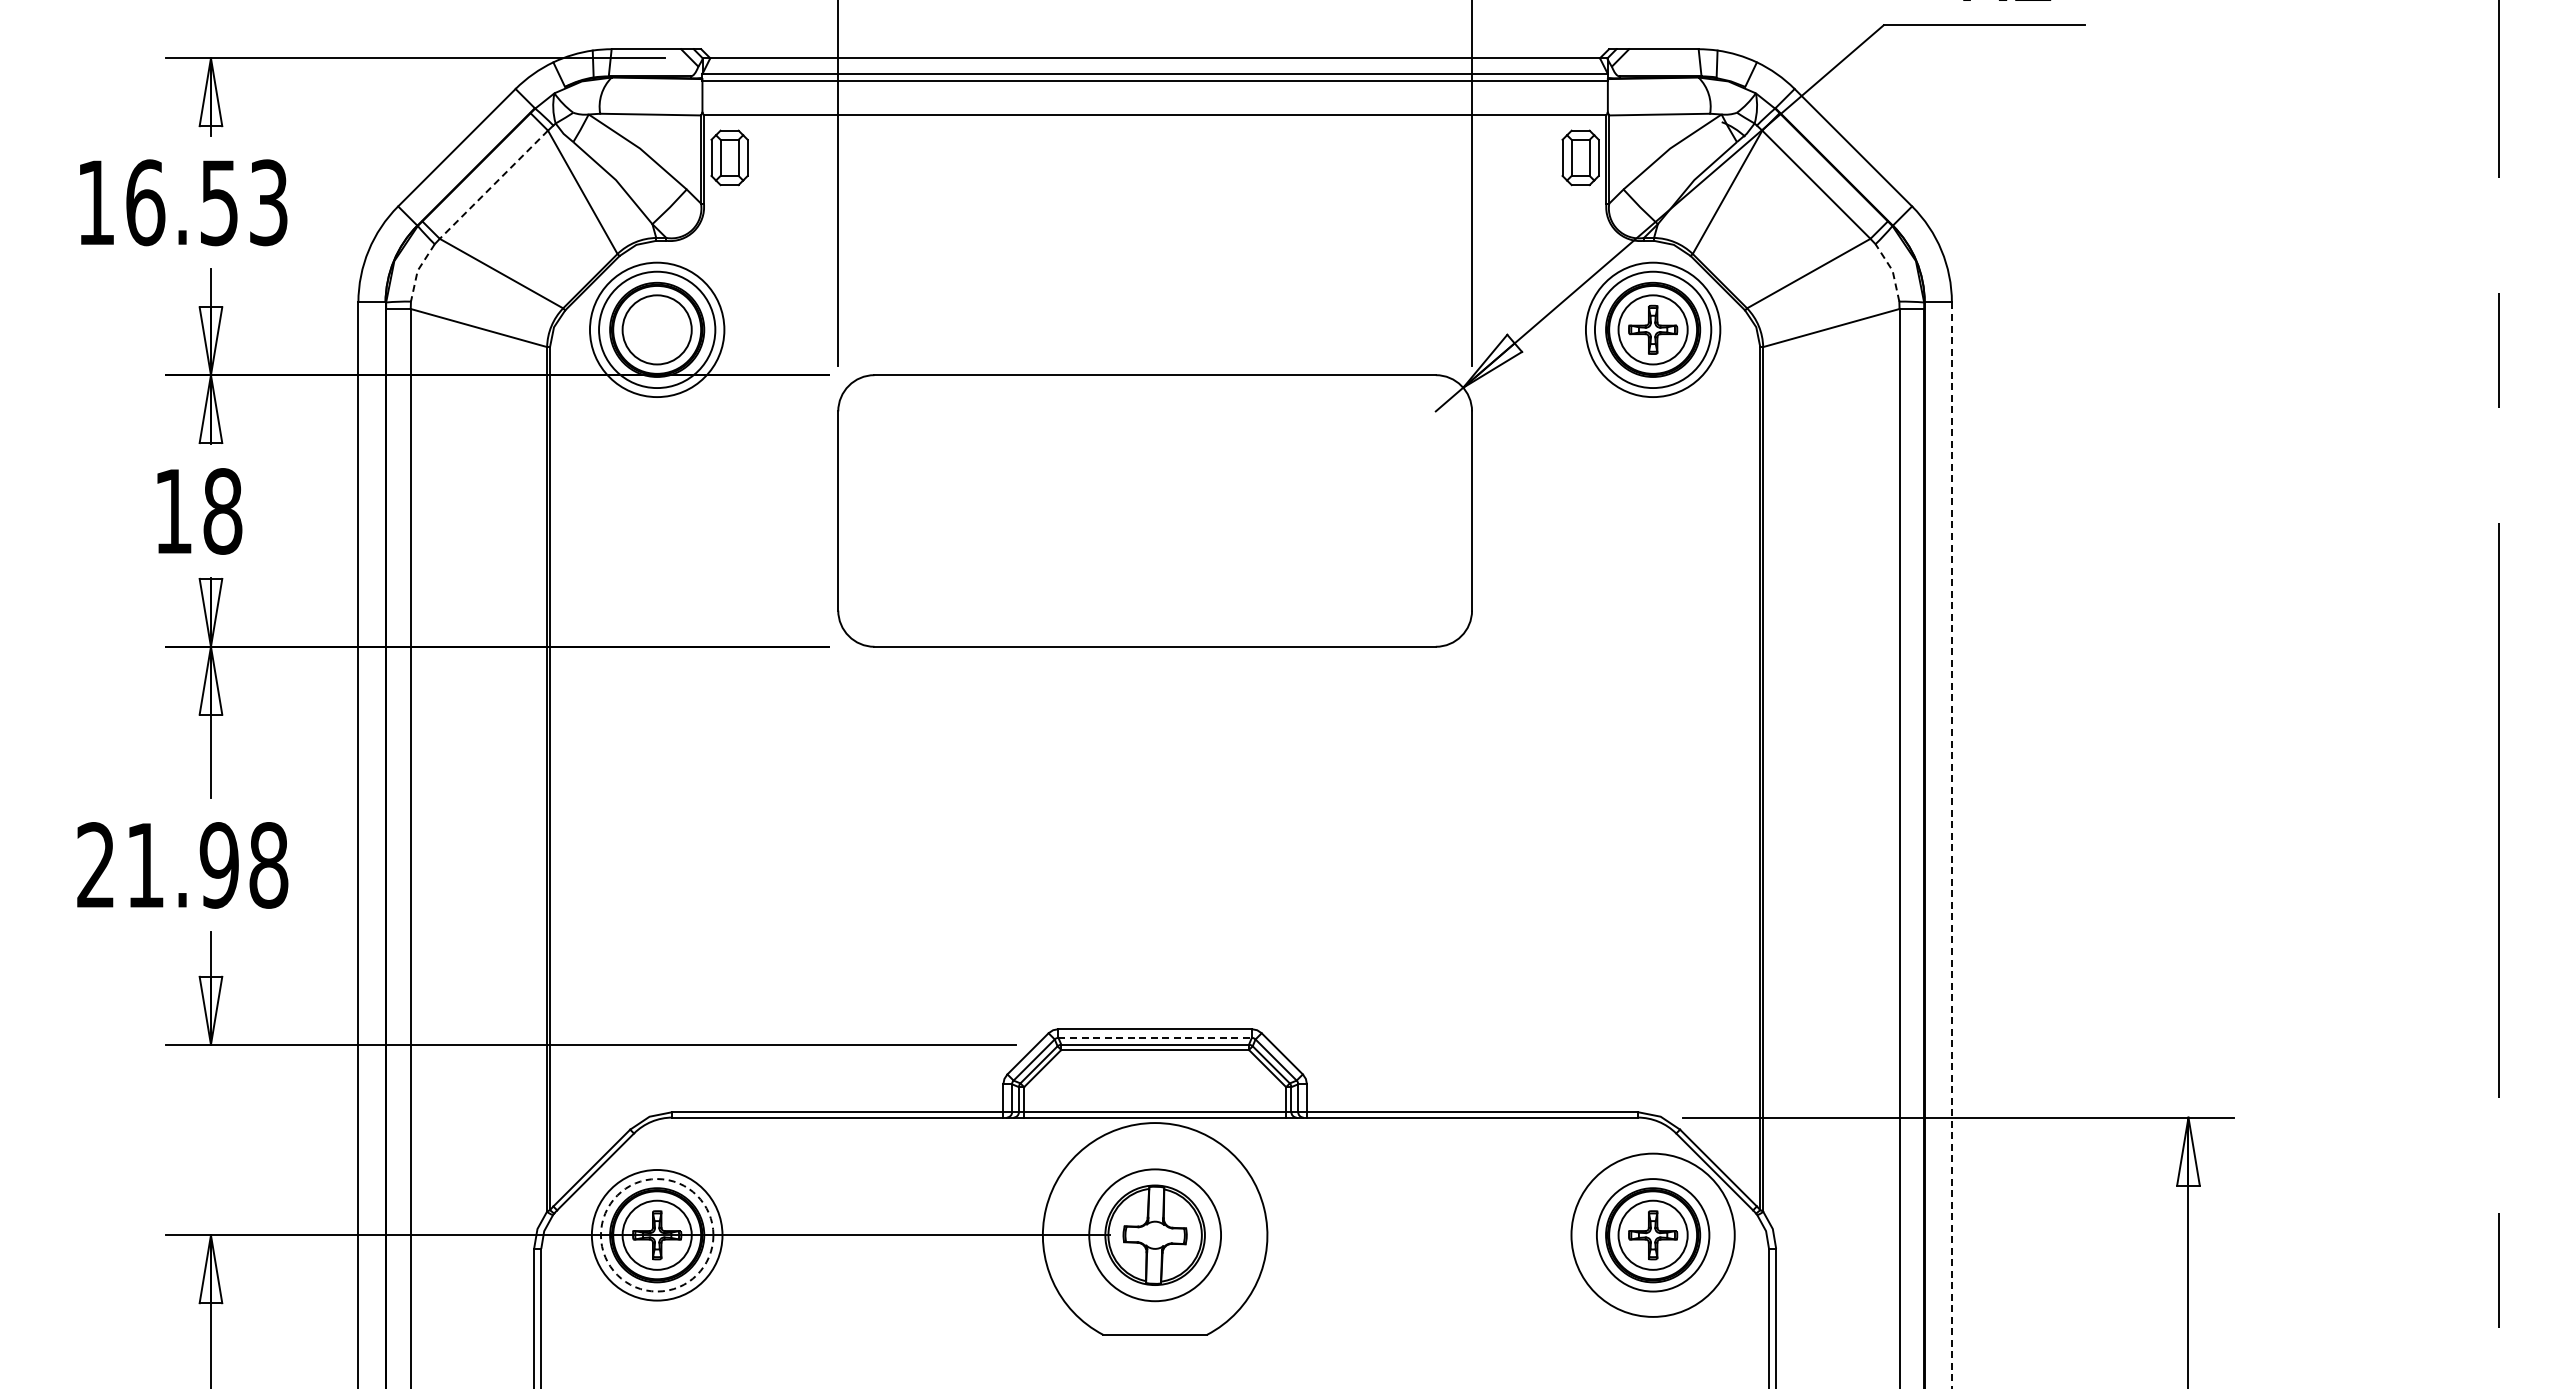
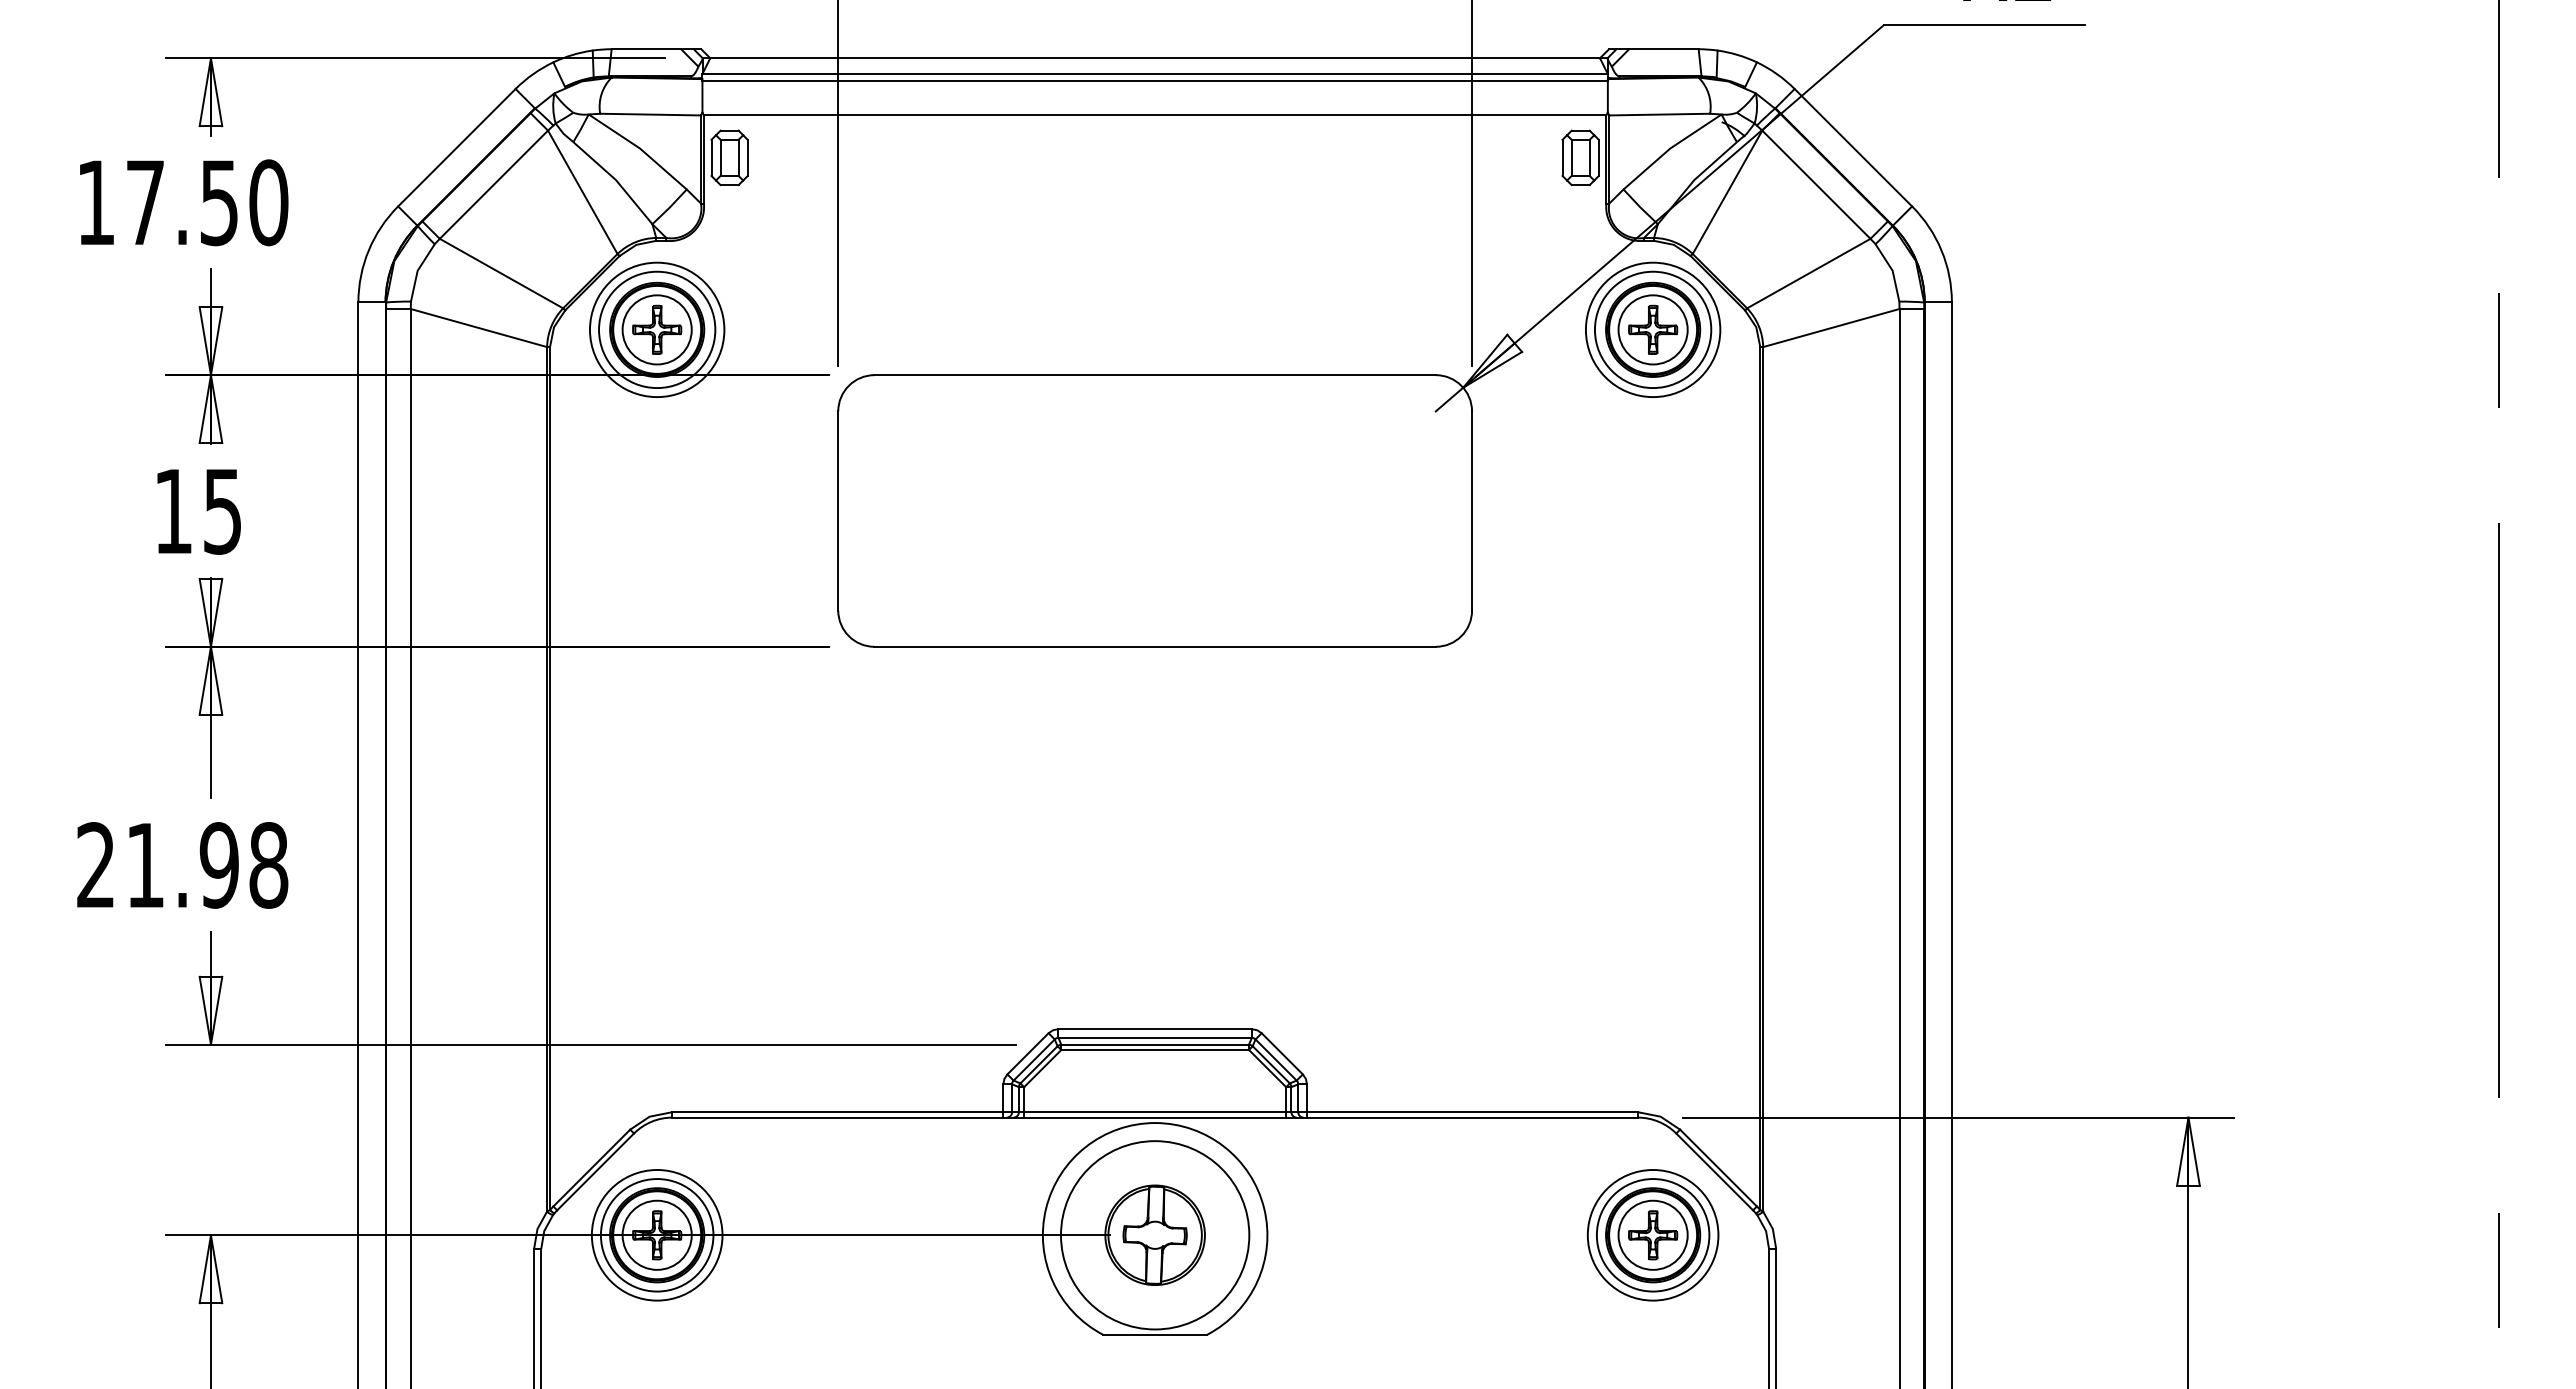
line at (493, 184): dashed -> solid
text at (207, 202): 16.53 -> 17.50
line at (417, 270): dashed -> solid
line at (1892, 270): dashed -> solid
part at (657, 329): none -> present
text at (222, 511): 18 -> 15
line at (1951, 845): dashed -> solid
line at (1155, 1037): dashed -> solid
circle at (1652, 1234) diameter: 163 px -> 131 px
circle at (656, 1235): dashed -> solid
circle at (1155, 1235) diameter: 132 px -> 188 px
